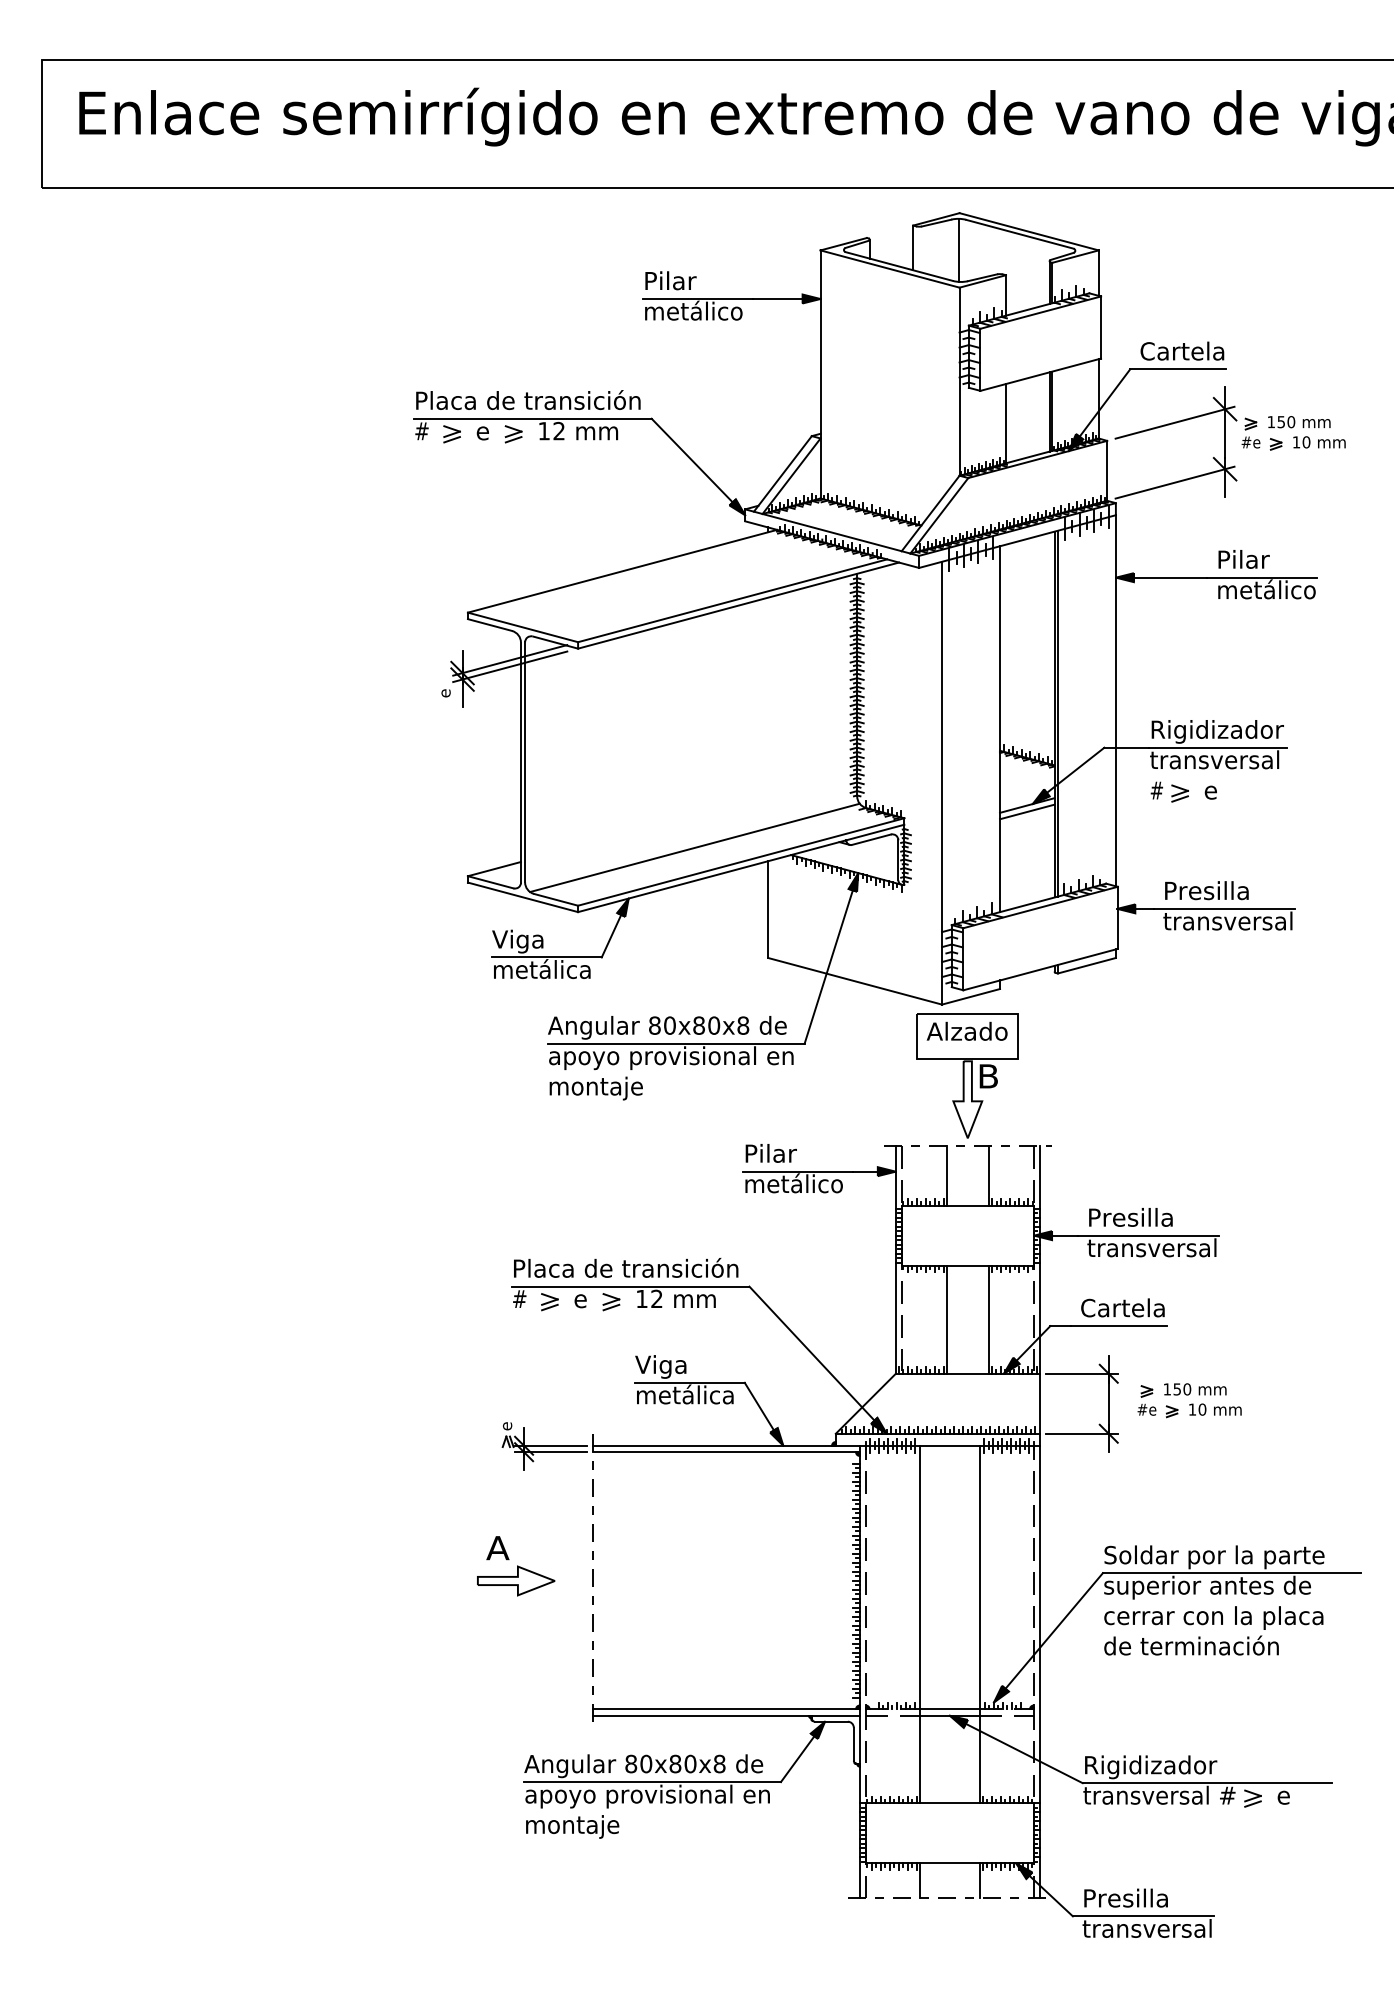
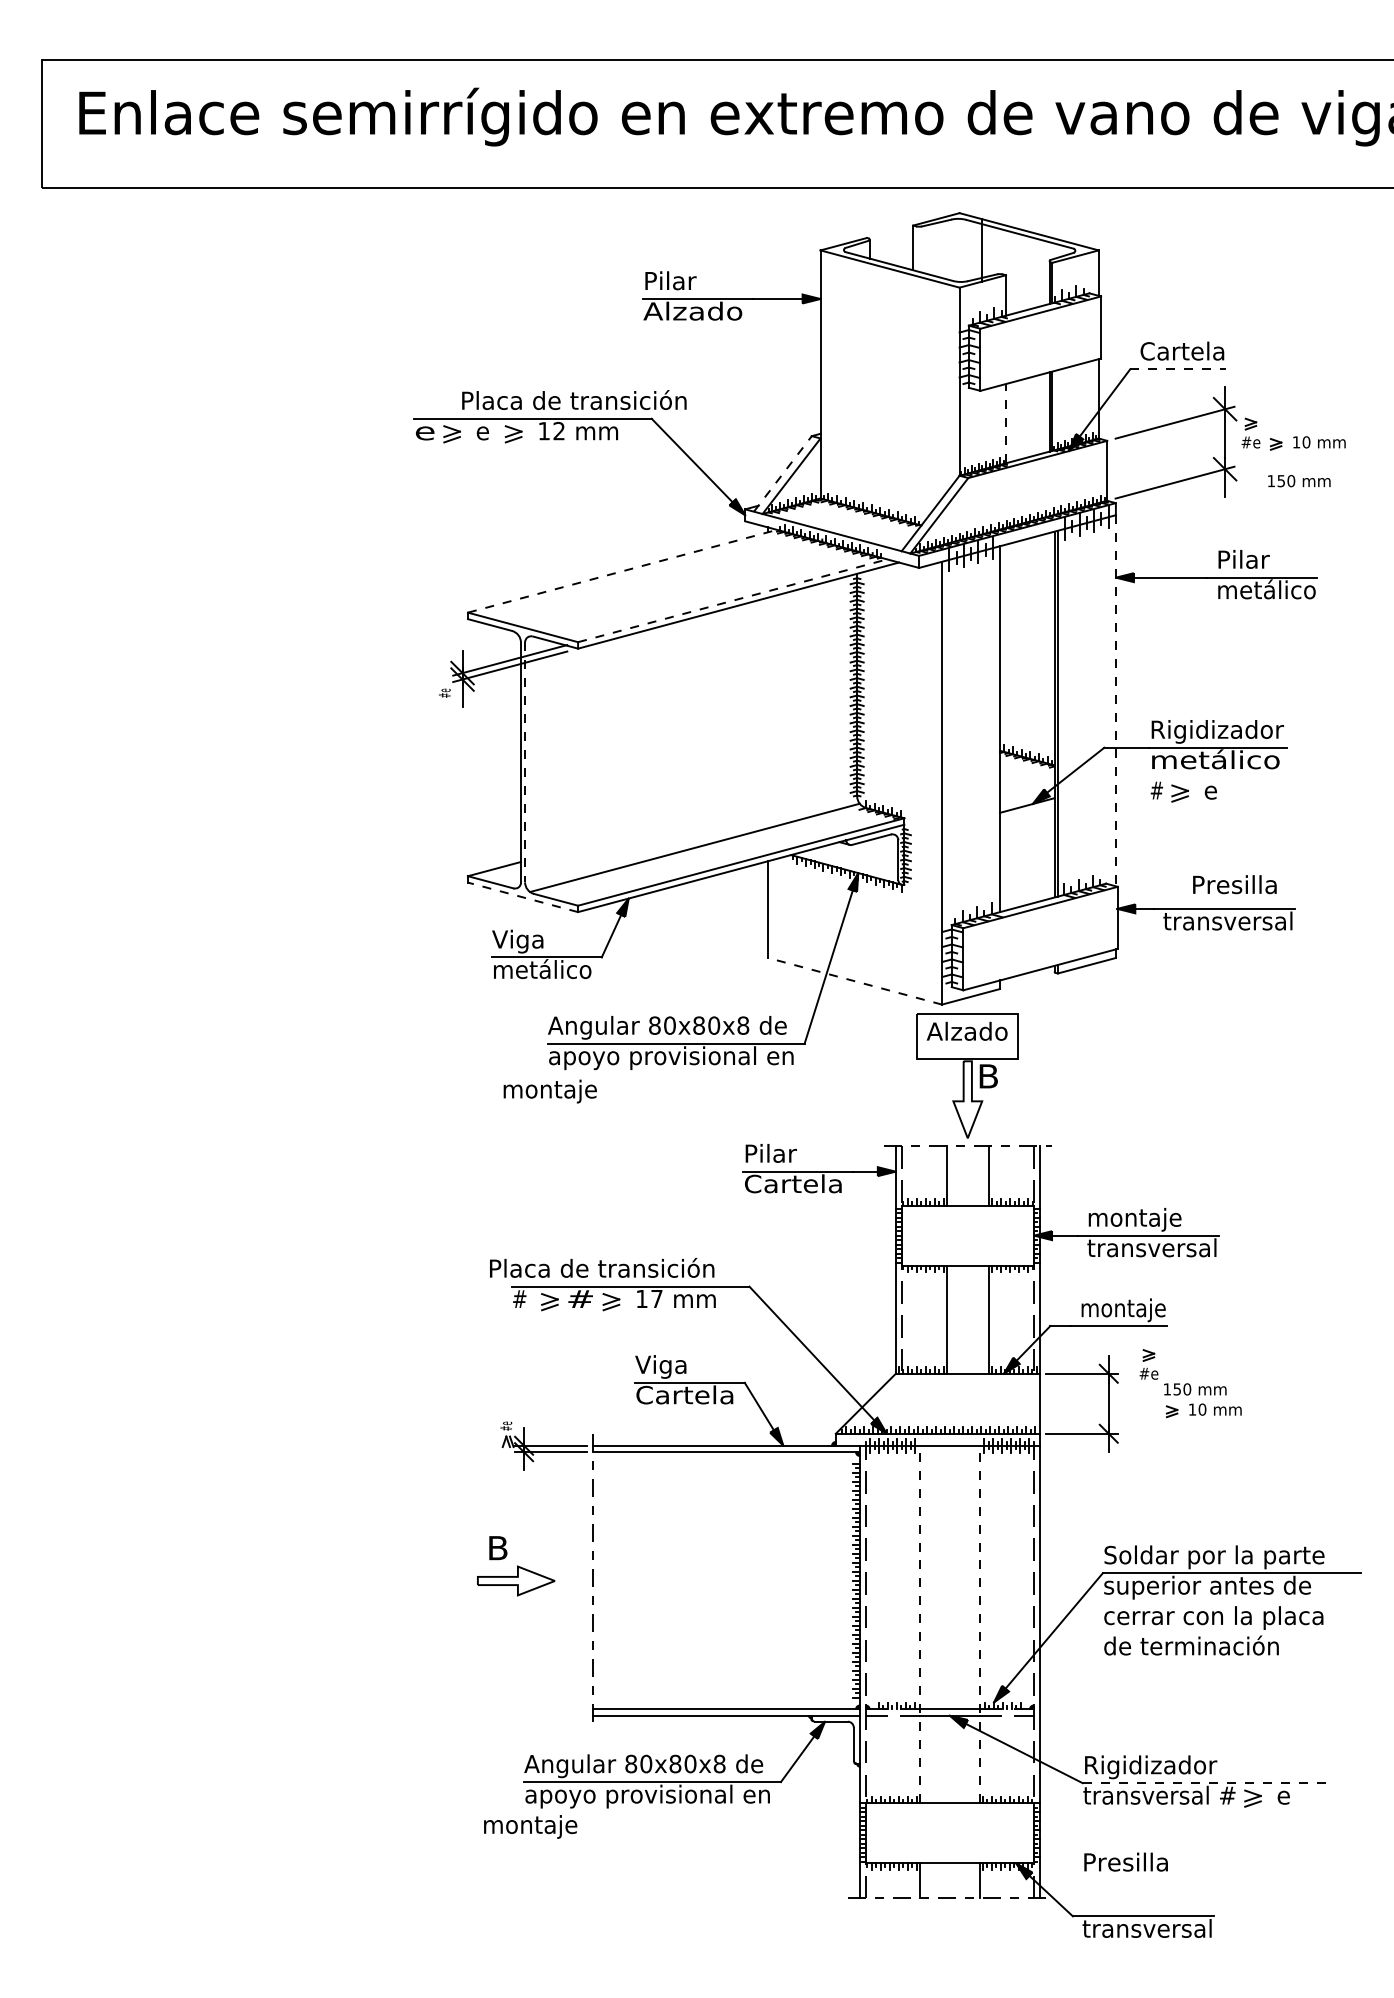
line at (958, 249) position: (958, 249) -> (981, 249)
text at (692, 310): metálico -> Alzado
line at (1178, 369): solid -> dashed
text at (528, 399) position: (528, 399) -> (574, 399)
text at (1299, 422) position: (1299, 422) -> (1299, 481)
line at (1005, 423): solid -> dashed
text at (424, 431): # -> e
line at (782, 473): solid -> dashed
line at (623, 571): solid -> dashed
line at (732, 600): solid -> dashed
text at (444, 692): e -> #e
line at (1115, 700): solid -> dashed
text at (1214, 759): transversal -> metálico
line at (525, 762): solid -> dashed
line at (1027, 811): present -> none
text at (1206, 890) position: (1206, 890) -> (1234, 884)
line at (522, 897): solid -> dashed
text at (585, 972): metálica -> metálico
line at (855, 981): solid -> dashed
text at (595, 1088) position: (595, 1088) -> (549, 1091)
text at (793, 1183): metálico -> Cartela
text at (1134, 1219): Presilla -> montaje
text at (626, 1267) position: (626, 1267) -> (602, 1267)
text at (656, 1298): 12 -> 17
text at (580, 1299): e -> #
text at (1123, 1310): Cartela -> montaje
text at (684, 1394): metálica -> Cartela
part at (1146, 1400) position: (1146, 1400) -> (1148, 1364)
text at (506, 1425): e -> #e
text at (497, 1548): A -> B
line at (919, 1624): solid -> dashed
line at (979, 1624): solid -> dashed
line at (1207, 1783): solid -> dashed
text at (572, 1826) position: (572, 1826) -> (530, 1826)
text at (1125, 1897) position: (1125, 1897) -> (1125, 1861)
